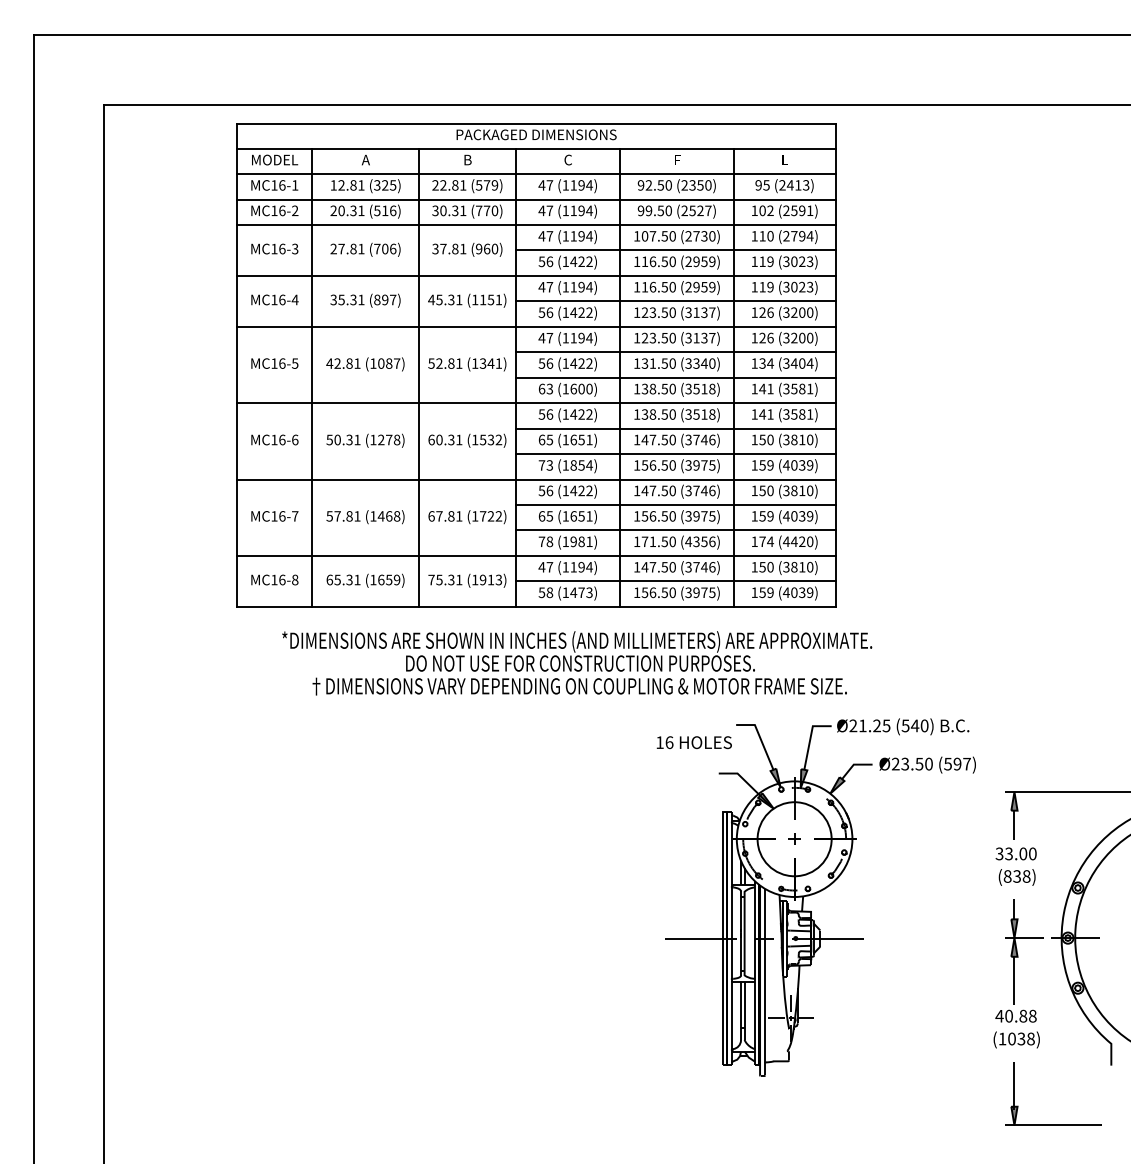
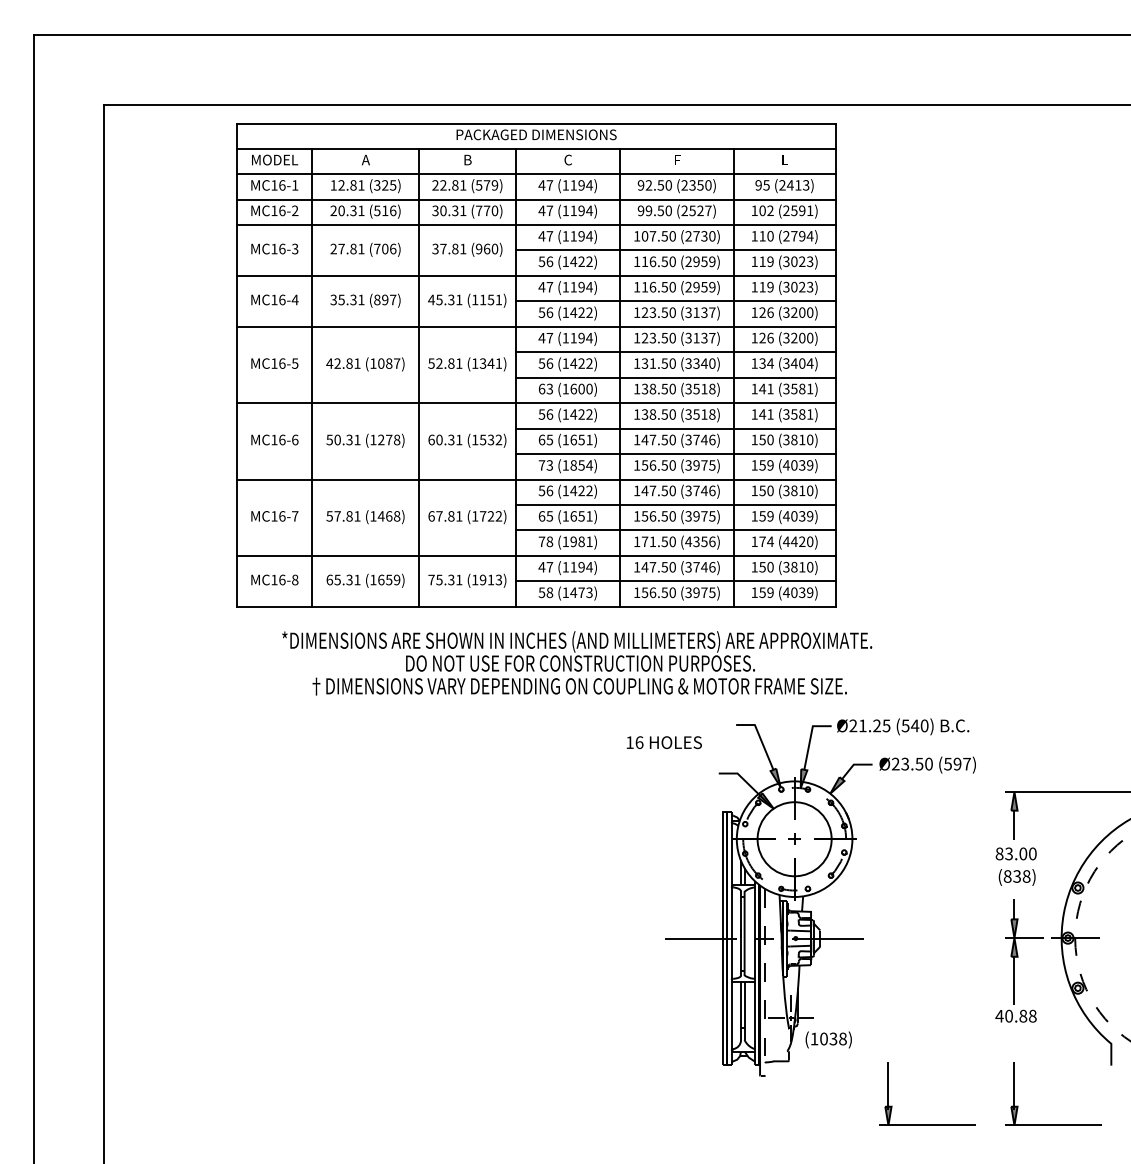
text at (693, 742) position: (693, 742) -> (663, 742)
text at (999, 853): 33.00 -> 83.00
arc at (1075, 938): solid -> dashed
line at (765, 982): solid -> dashed
text at (1016, 1039) position: (1016, 1039) -> (828, 1039)
part at (927, 1124): none -> present
